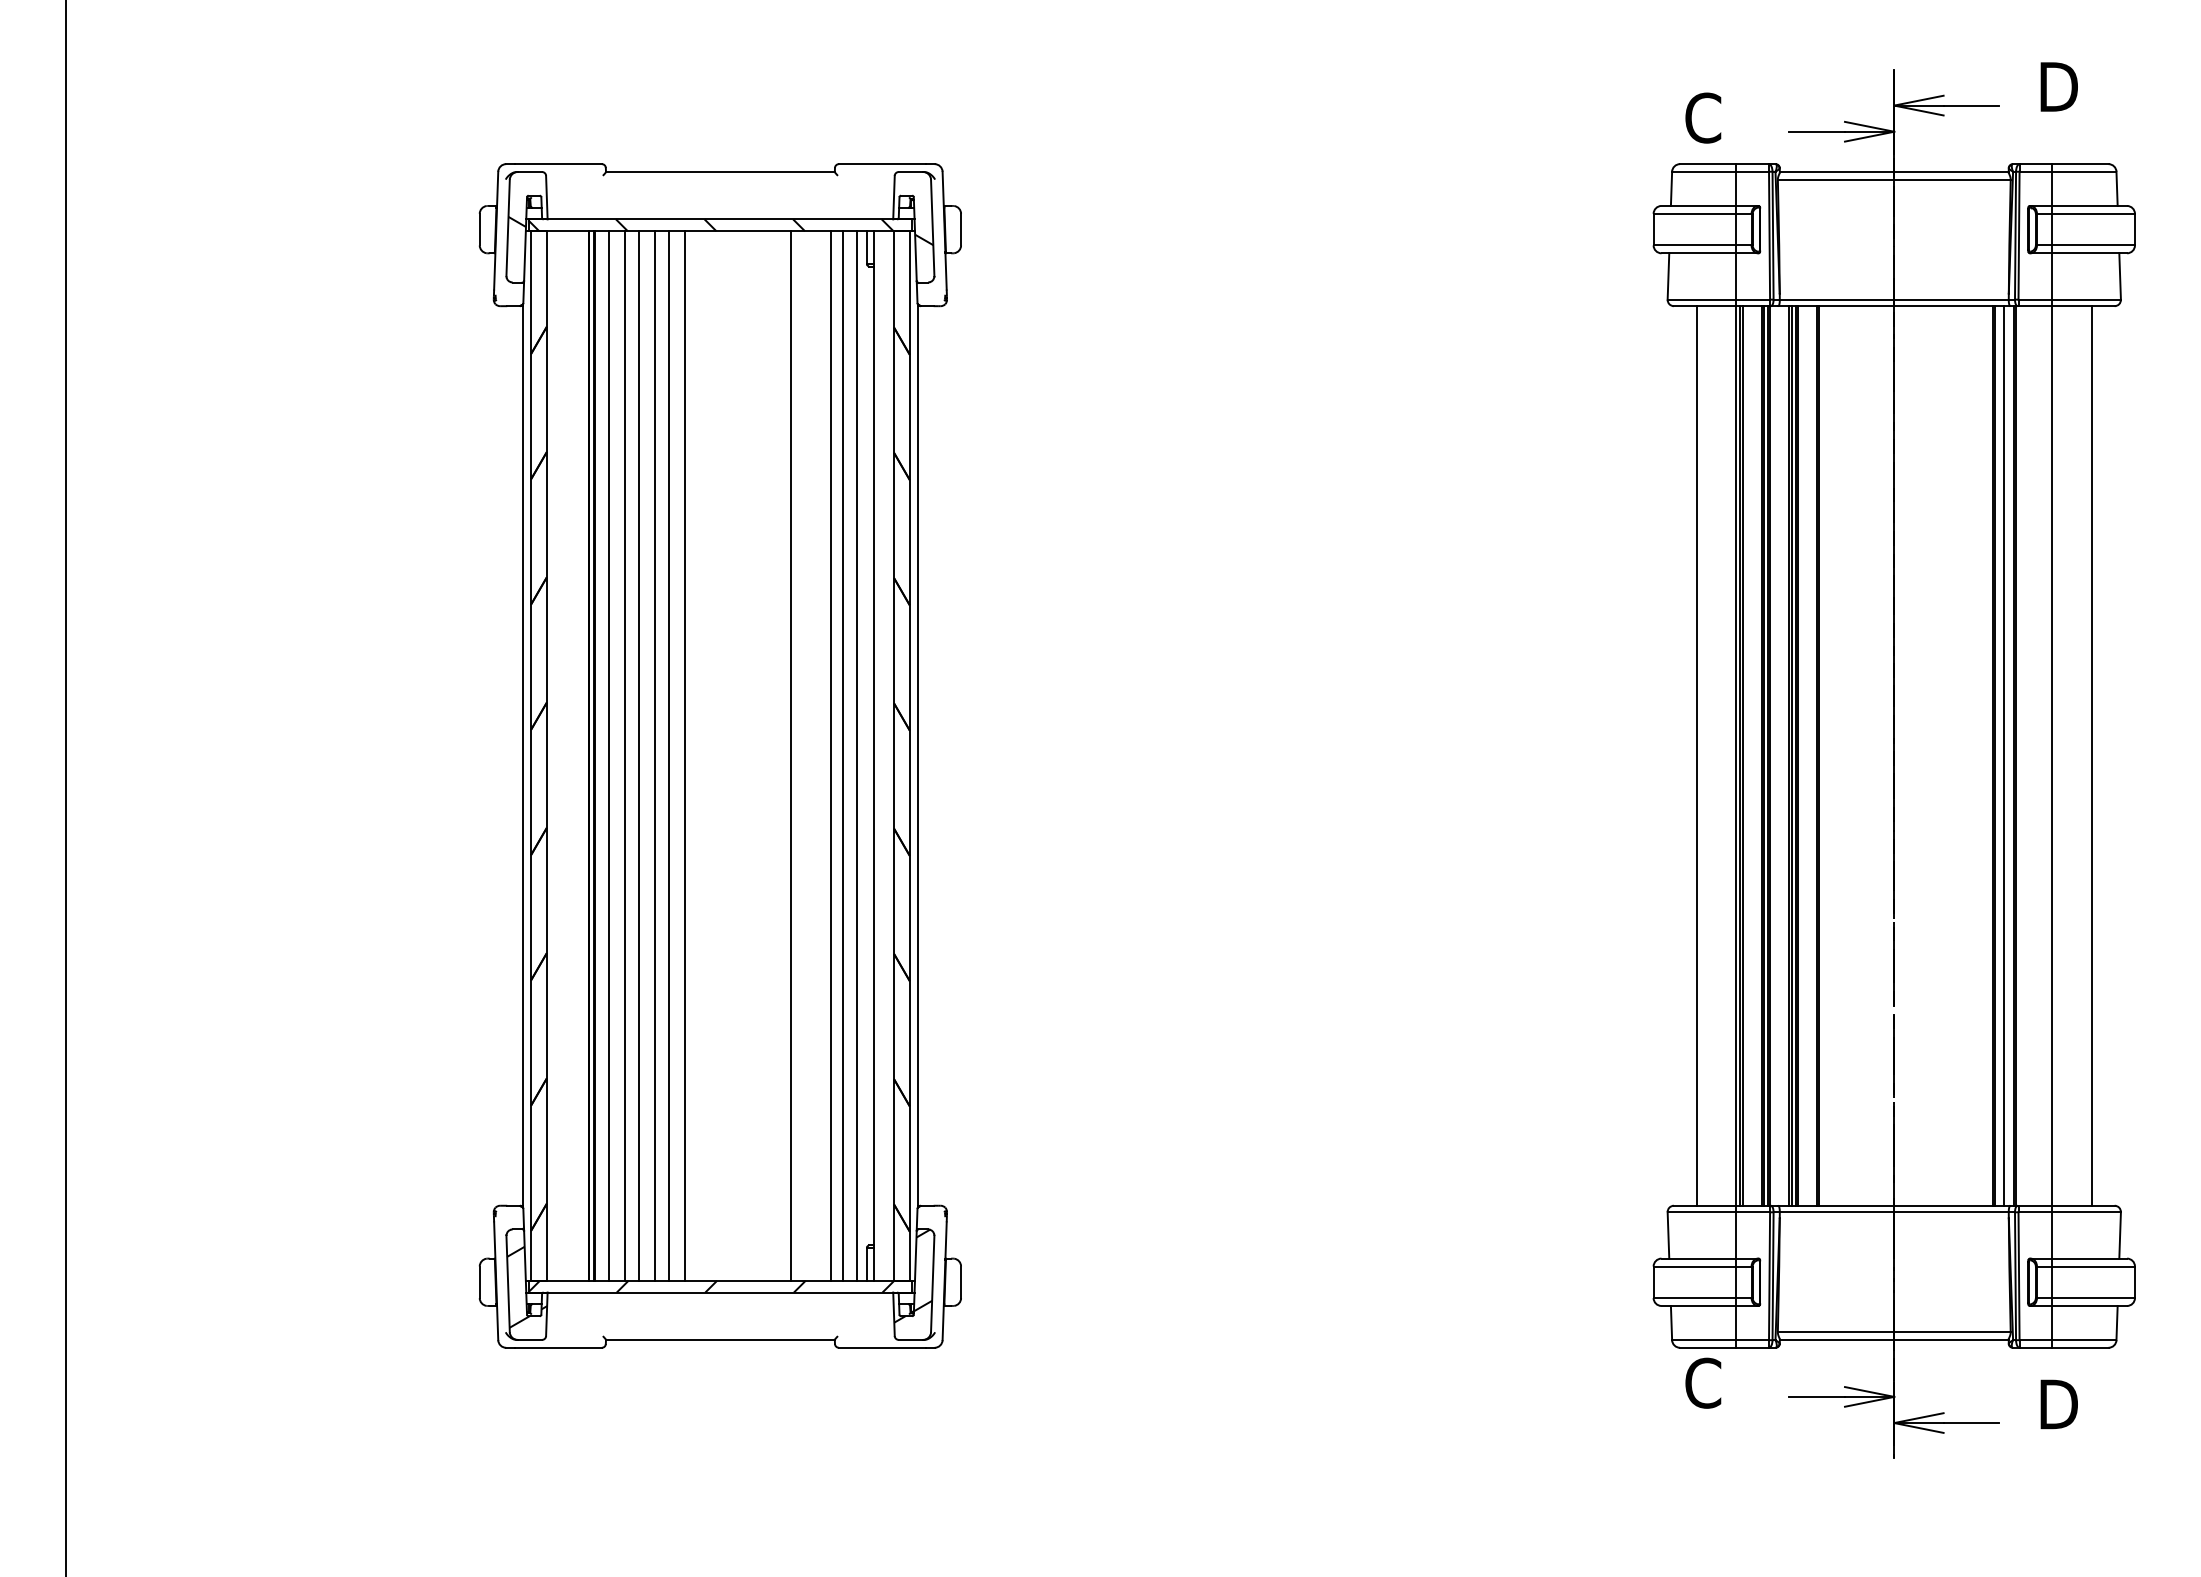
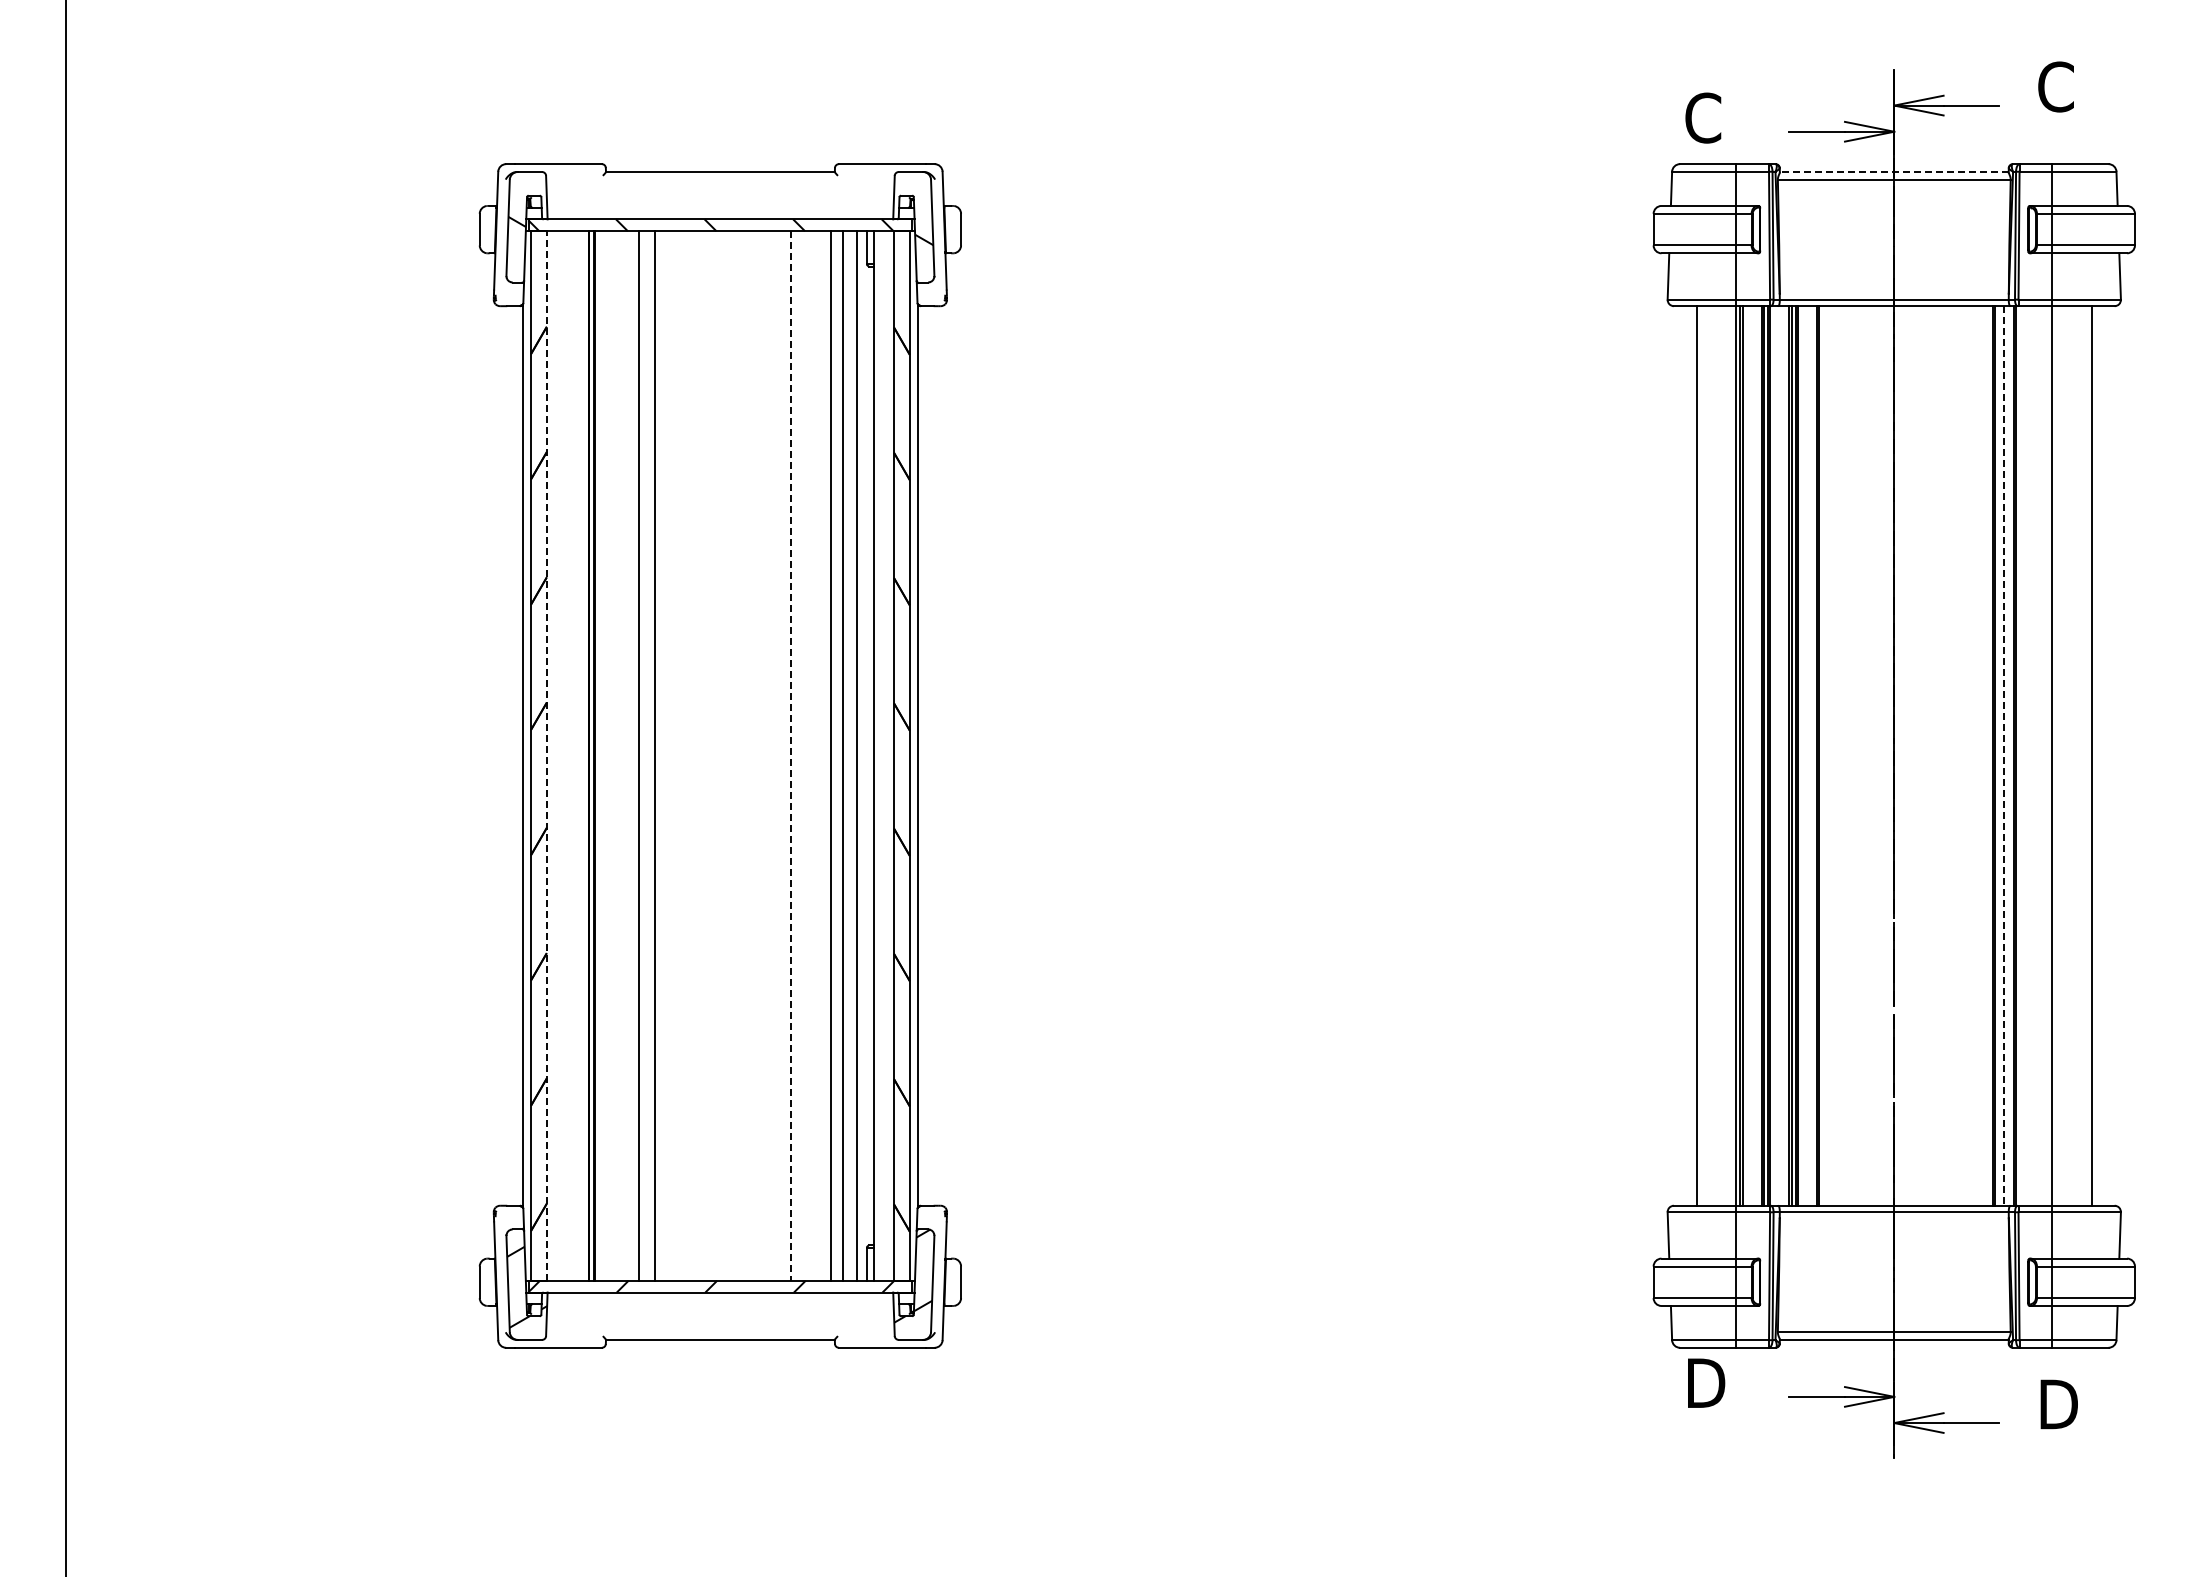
text at (2057, 86): D -> C
line at (1893, 172): solid -> dashed
line at (546, 755): solid -> dashed
line at (609, 755): present -> none
line at (624, 755): present -> none
line at (669, 755): present -> none
line at (684, 755): present -> none
line at (791, 755): solid -> dashed
line at (2004, 755): solid -> dashed
text at (1705, 1382): C -> D
